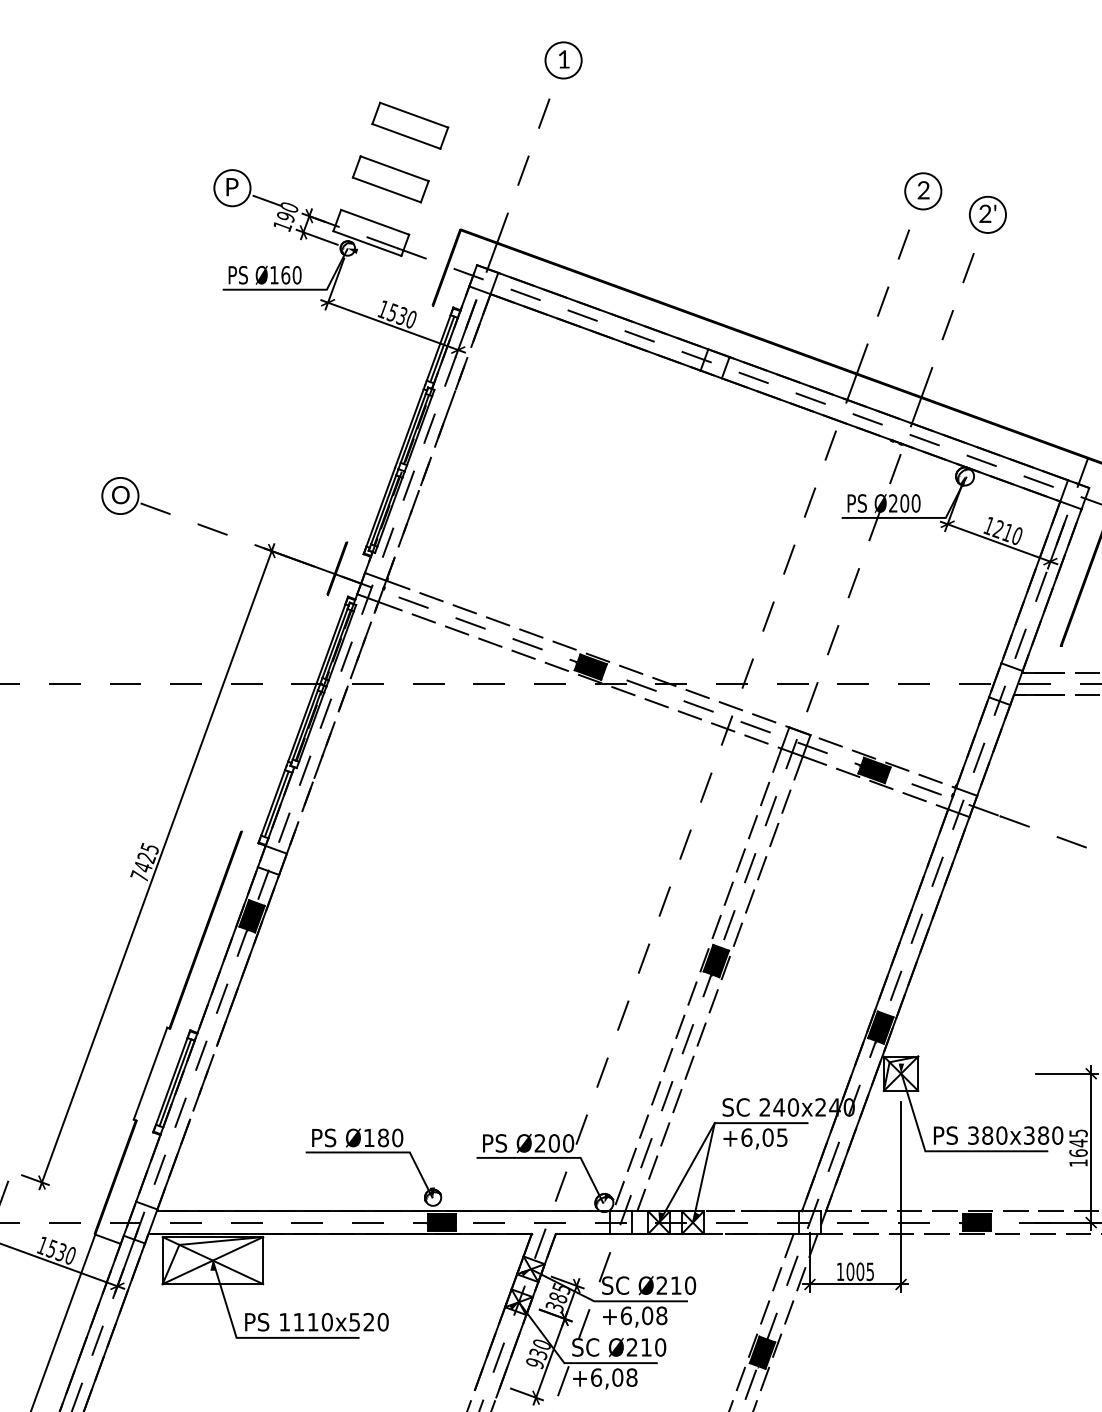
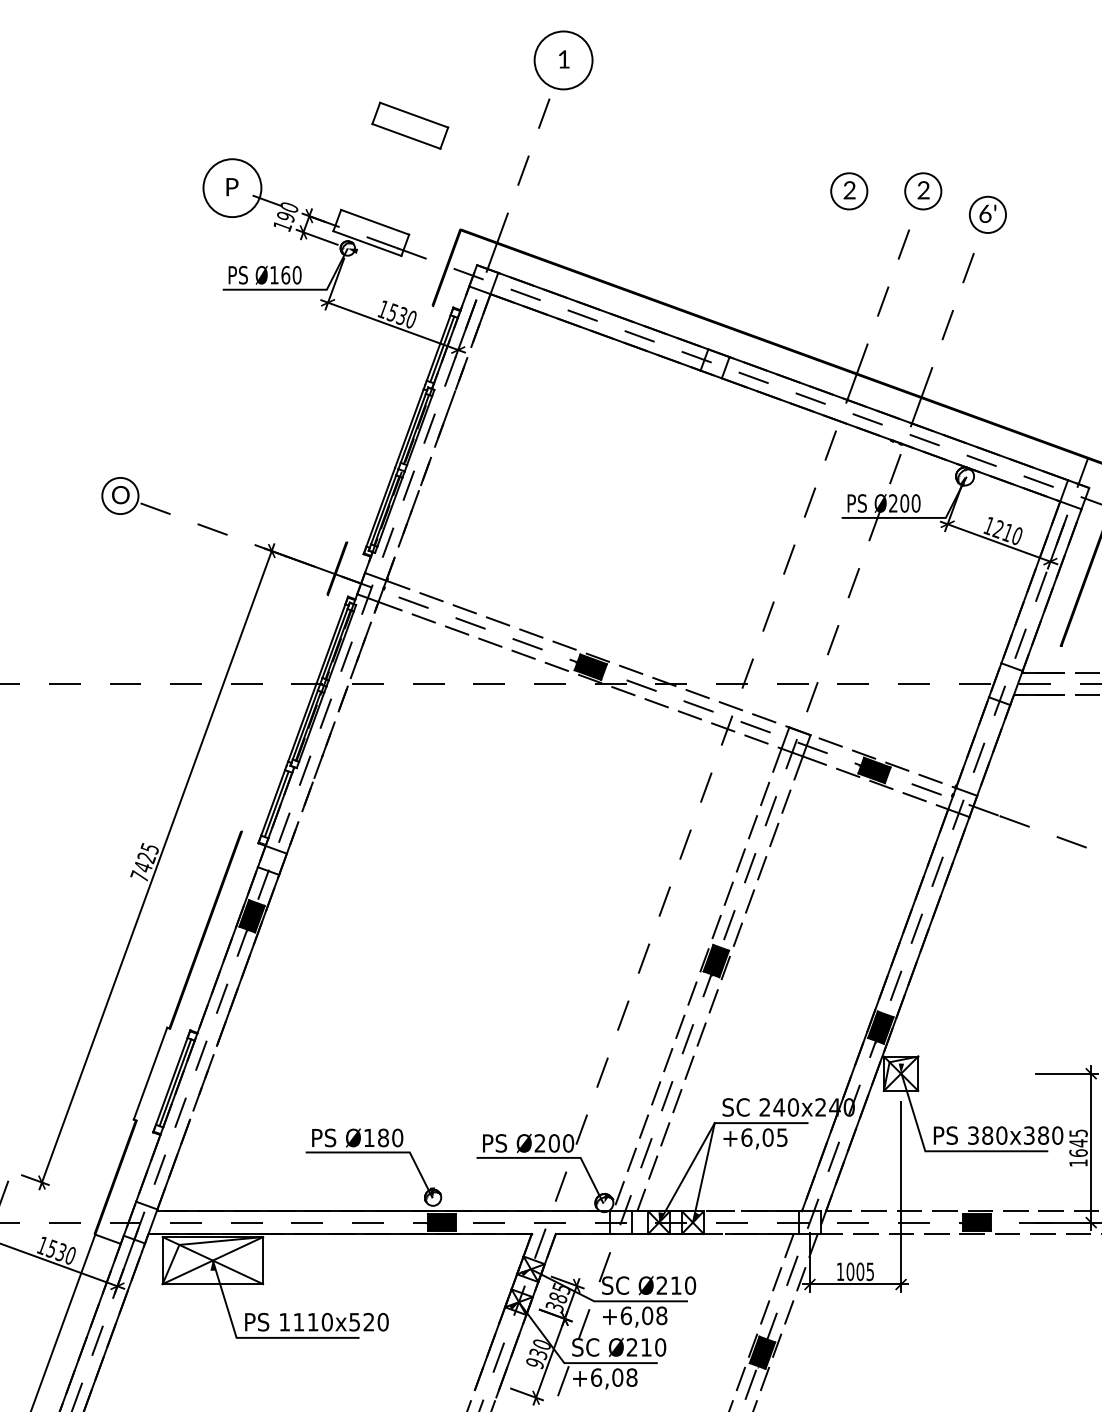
circle at (563, 60) diameter: 36 px -> 58 px
part at (390, 179): present -> none
circle at (232, 188) diameter: 36 px -> 58 px
part at (849, 191): none -> present
text at (985, 213): 2' -> 6'
